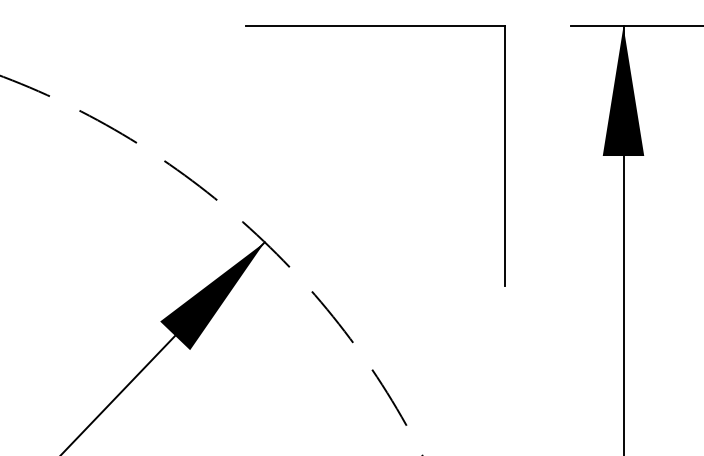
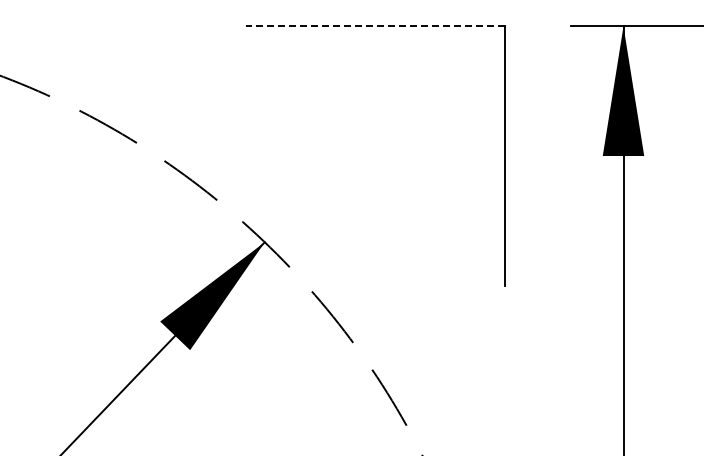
line at (375, 26): solid -> dashed
